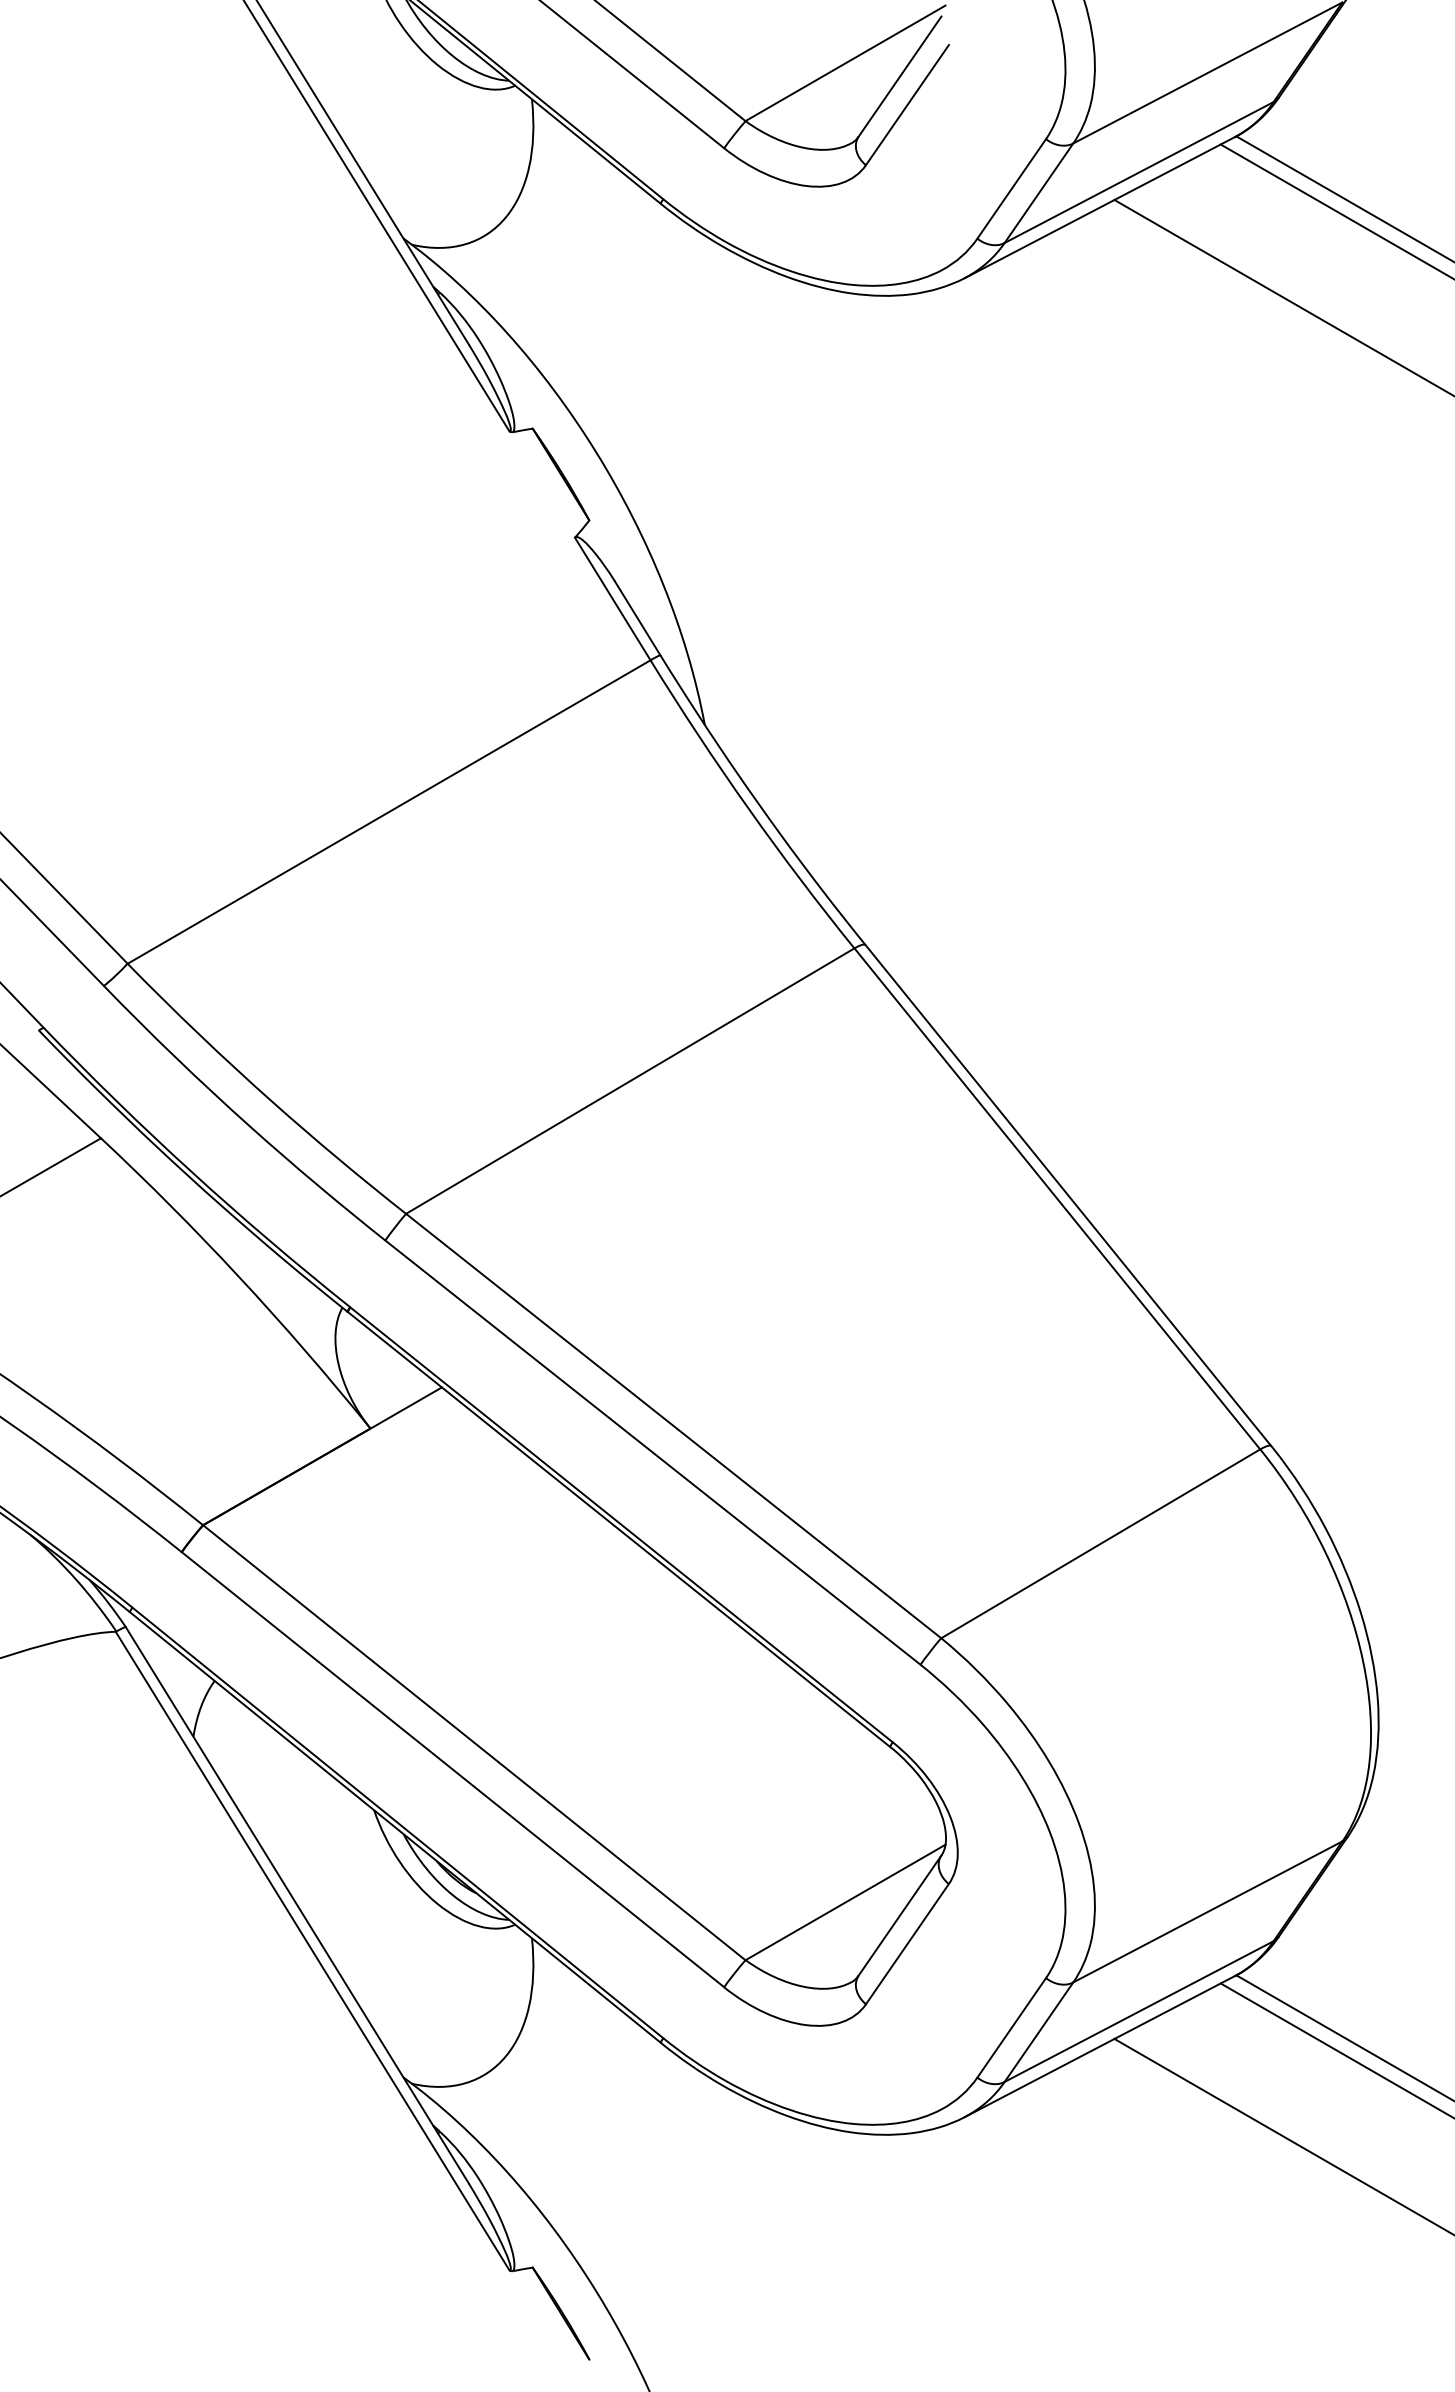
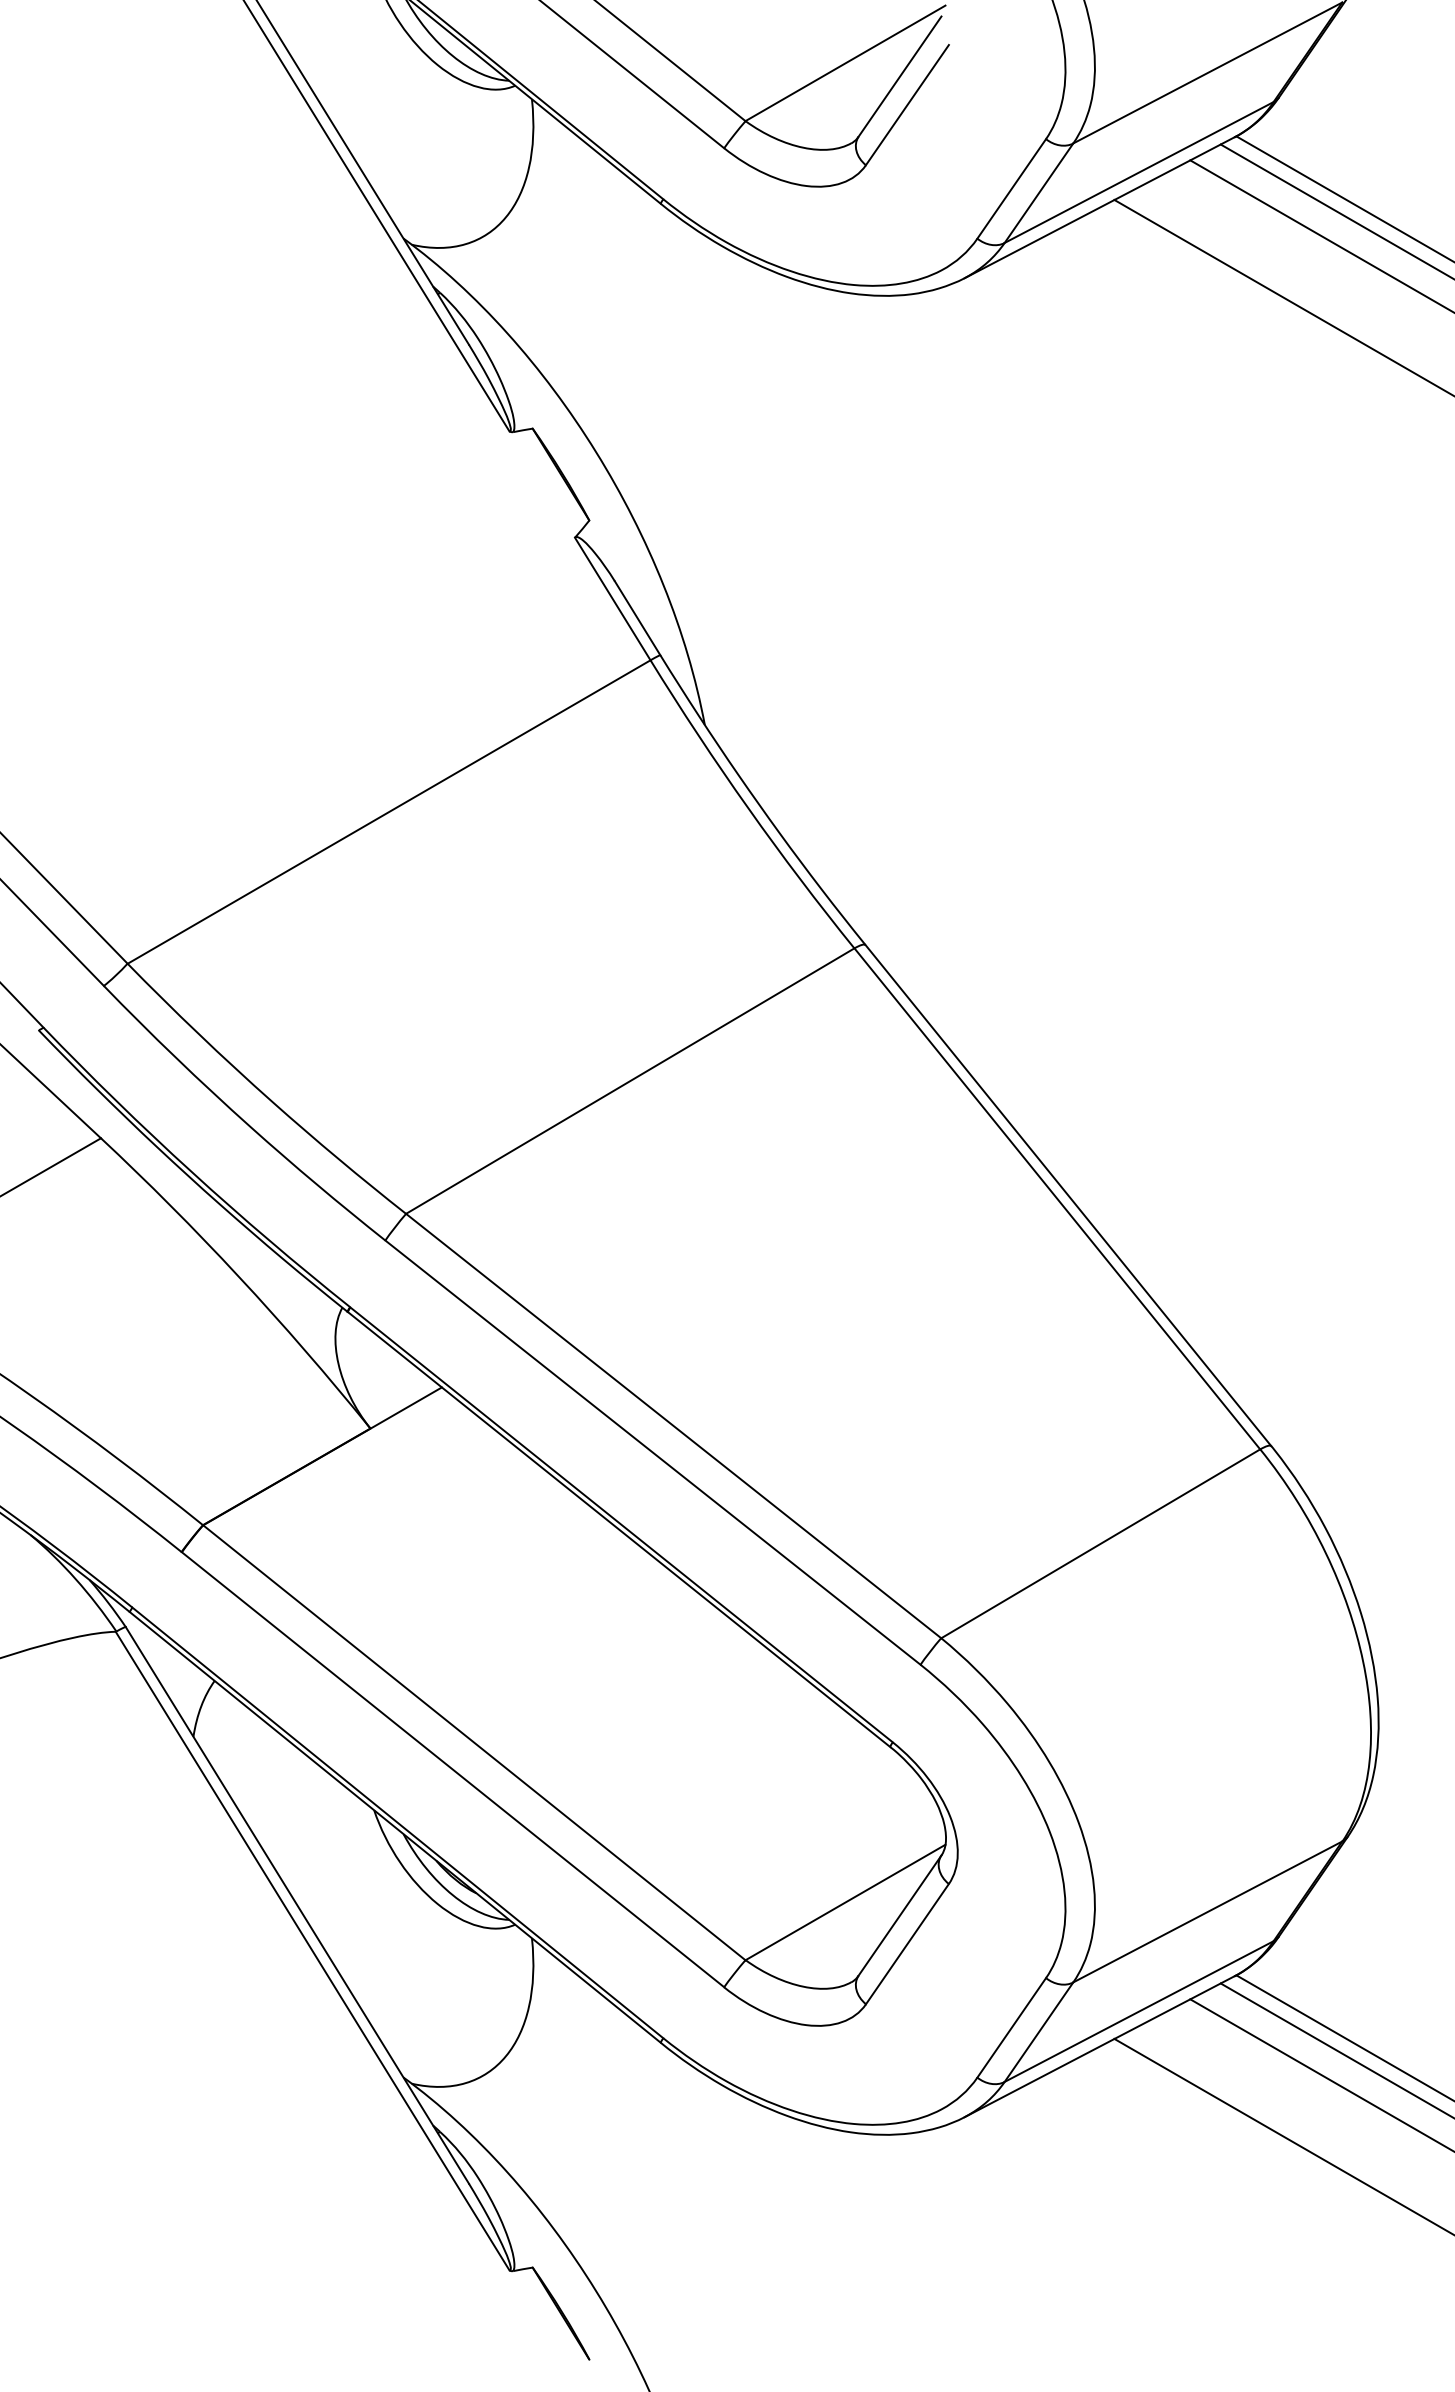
line at (1320, 235): none -> present
line at (1320, 2074): none -> present
